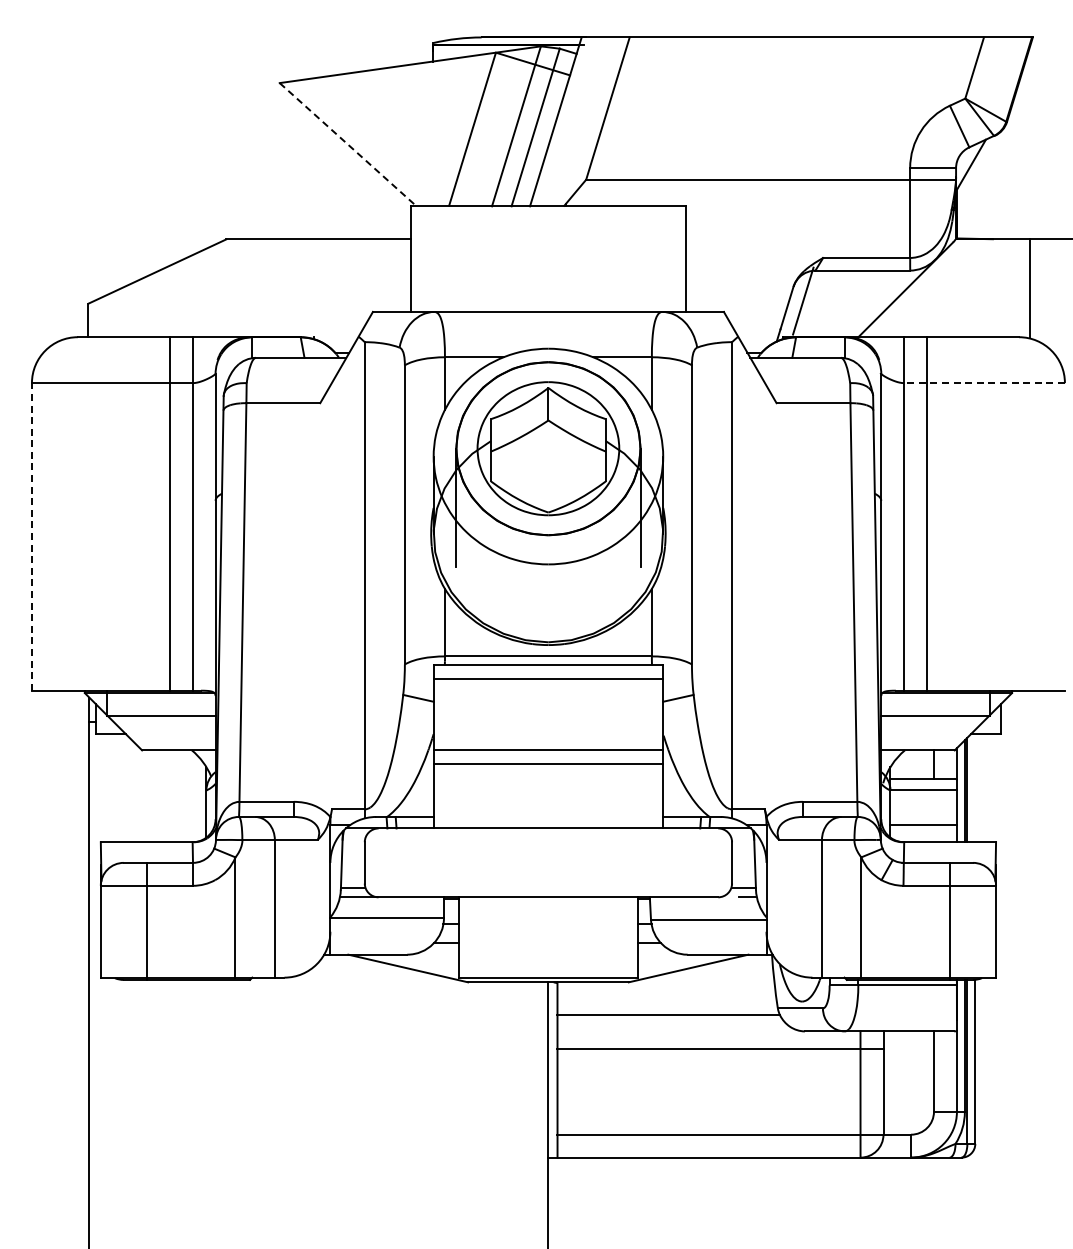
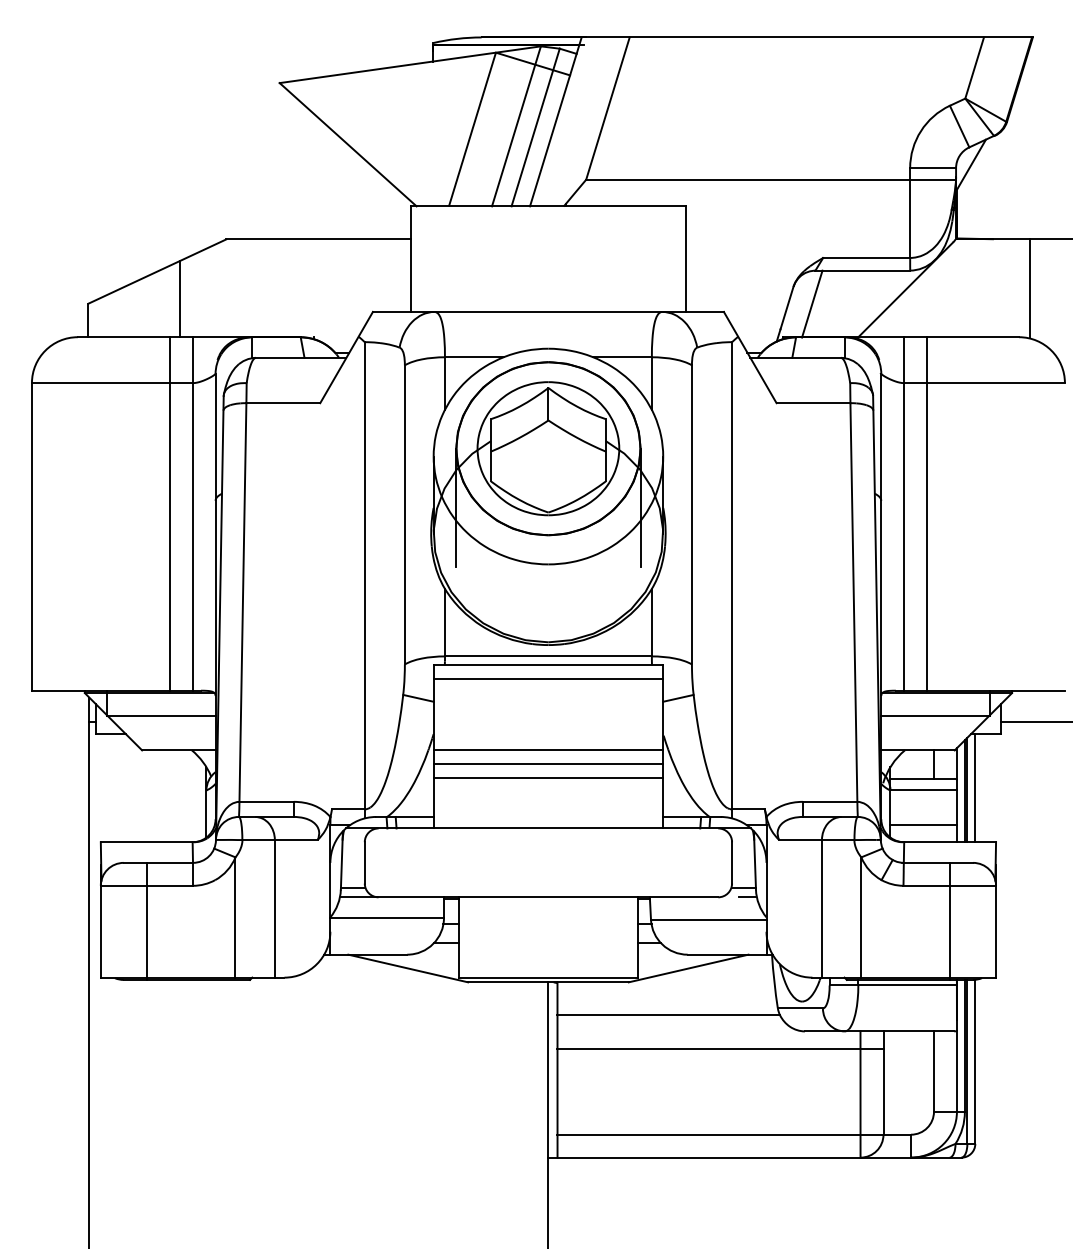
line at (348, 145): dashed -> solid
line at (180, 298): none -> present
line at (803, 300) position: (803, 300) -> (812, 303)
line at (984, 383): dashed -> solid
line at (31, 536): dashed -> solid
line at (1034, 721): none -> present
line at (548, 777): none -> present
line at (975, 788): none -> present
